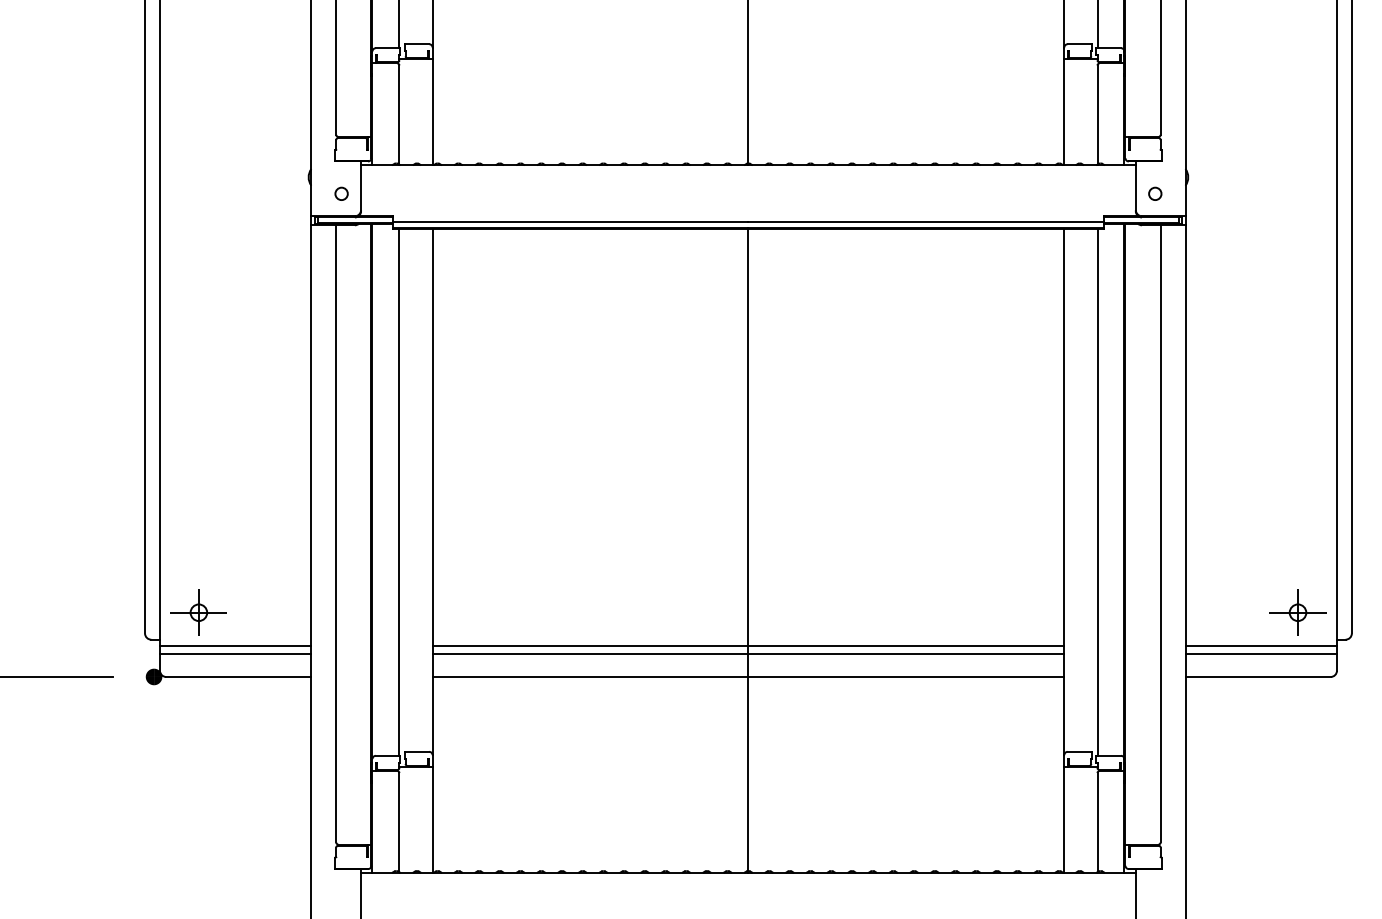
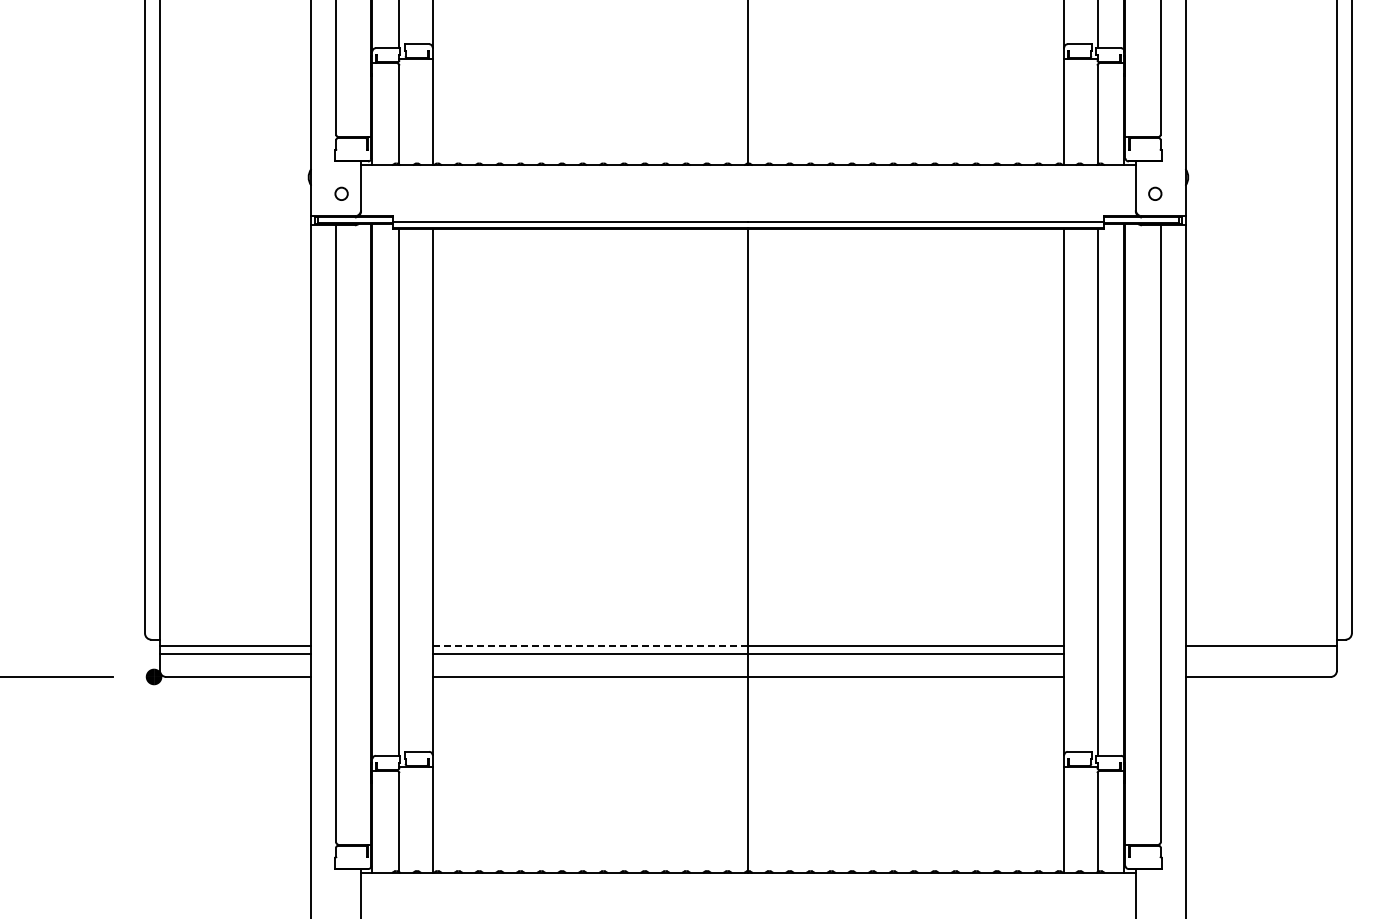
part at (198, 612): present -> none
part at (1297, 612): present -> none
line at (590, 645): solid -> dashed
line at (1260, 654): present -> none
